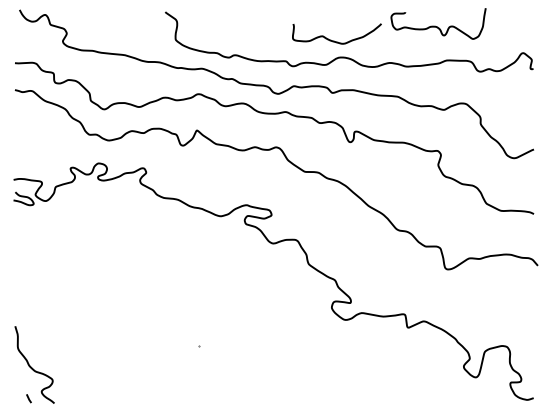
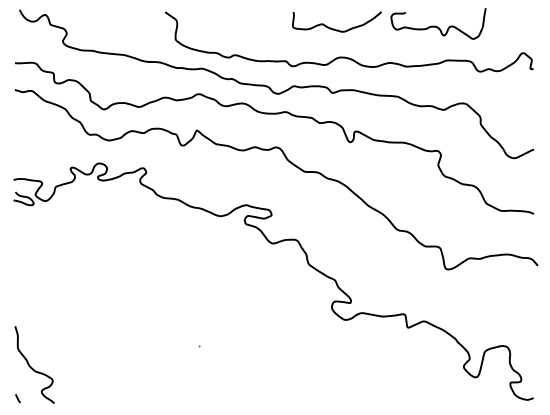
curve at (334, 40) position: (334, 40) -> (334, 28)
line at (28, 398) position: (28, 398) -> (17, 398)
